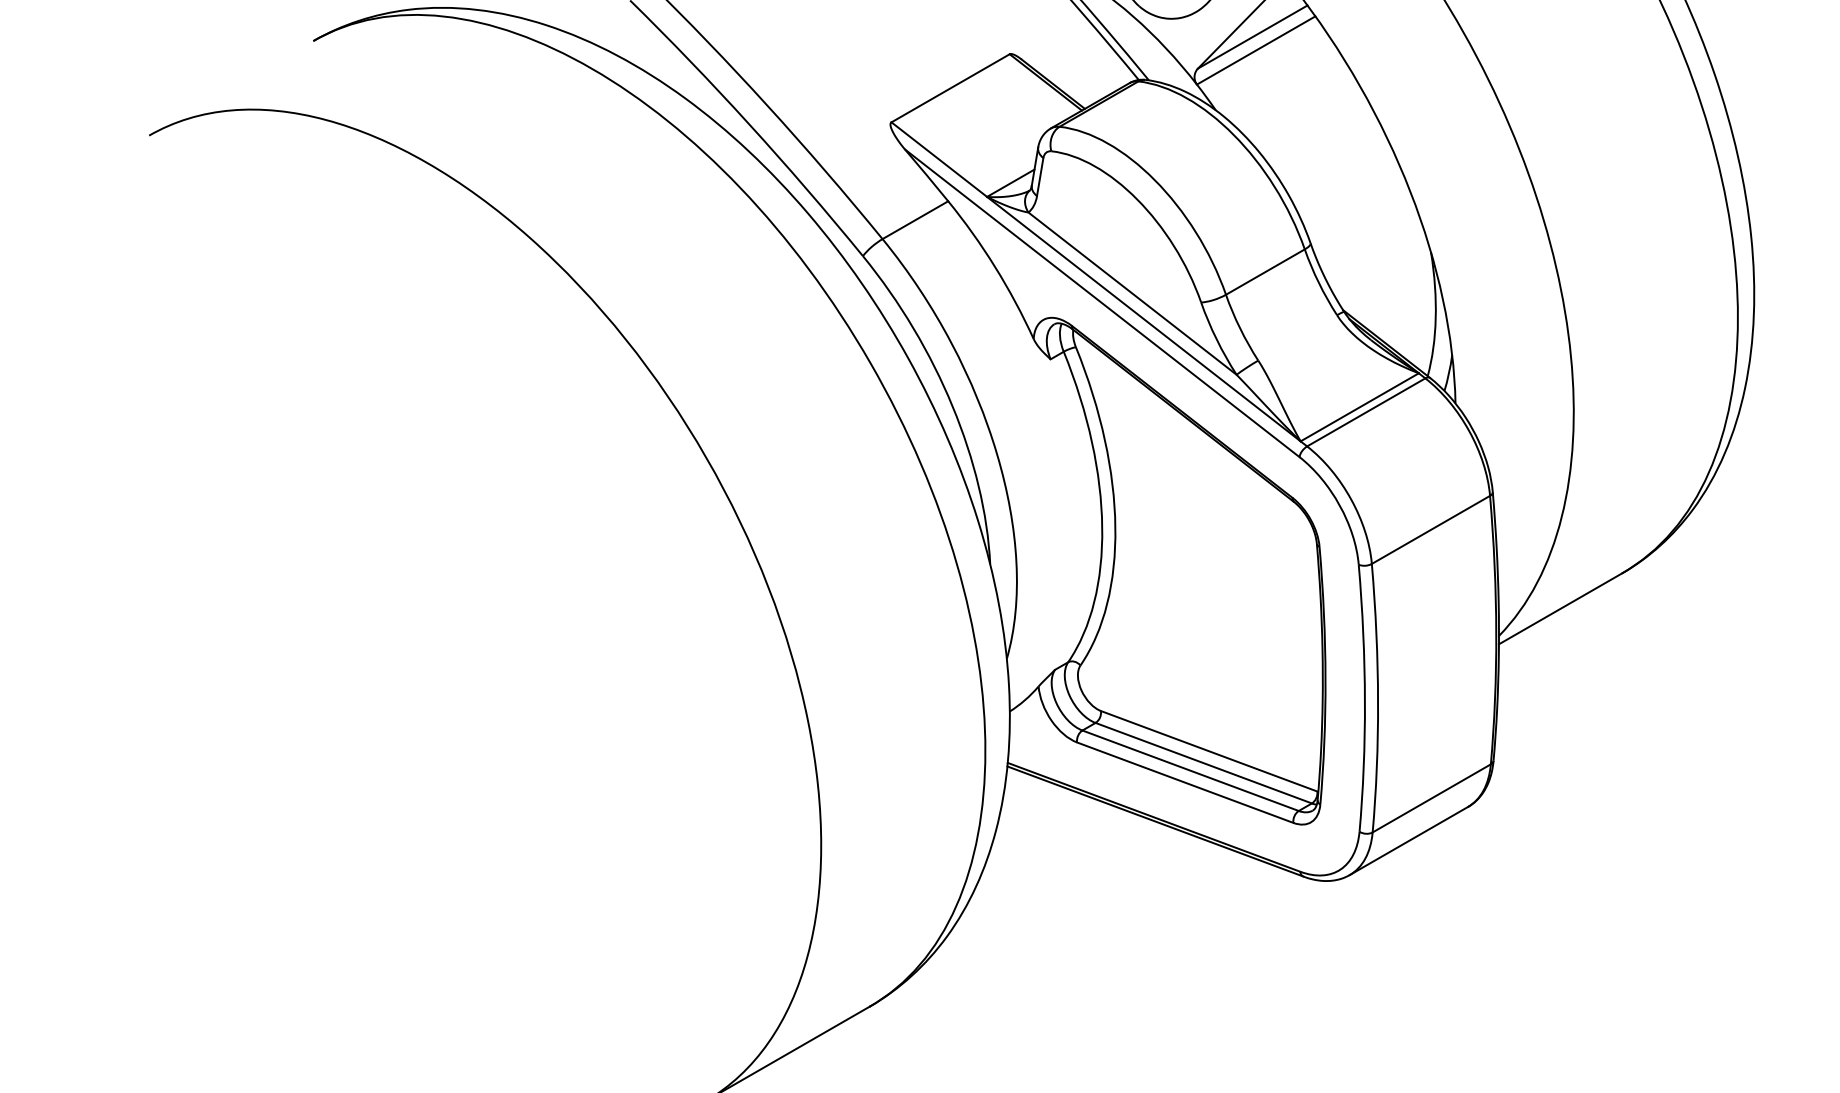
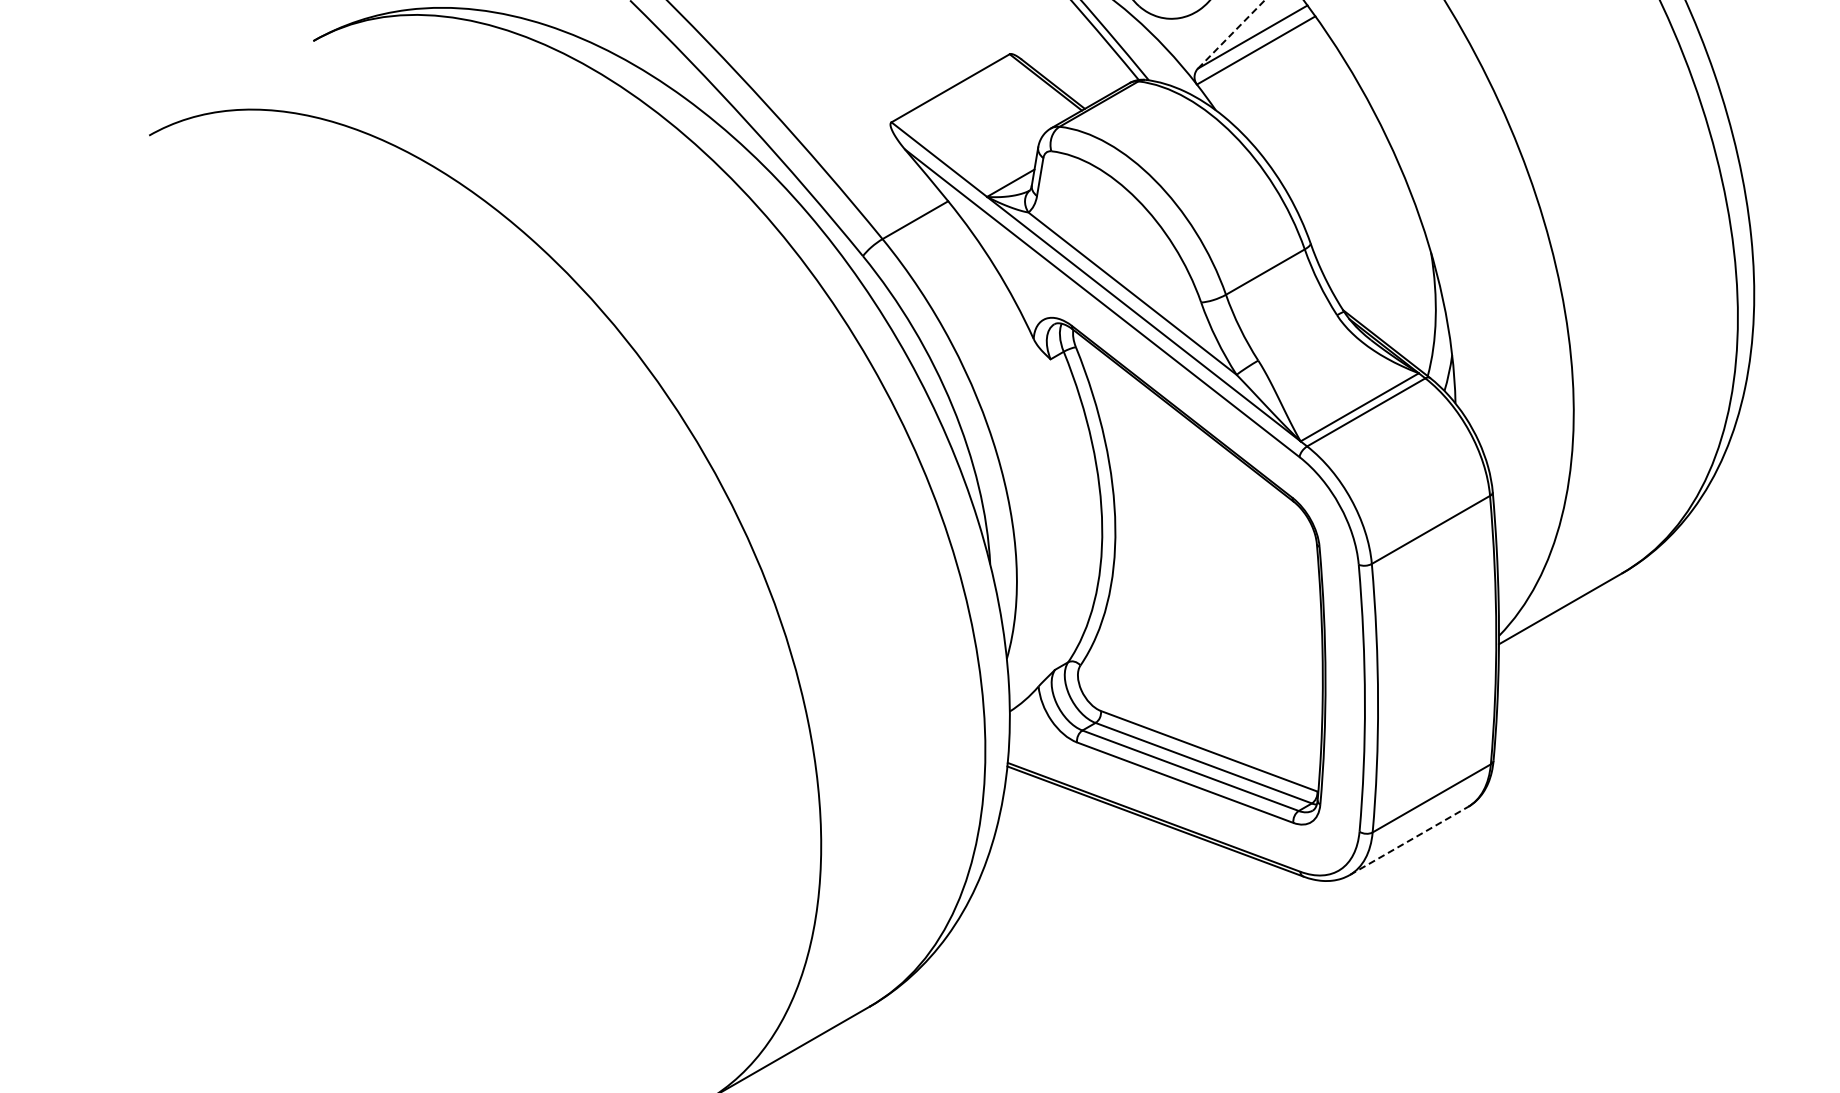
line at (1231, 34): solid -> dashed
line at (1409, 840): solid -> dashed
